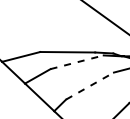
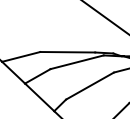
line at (77, 62): dashed -> solid
line at (90, 85): dashed -> solid
